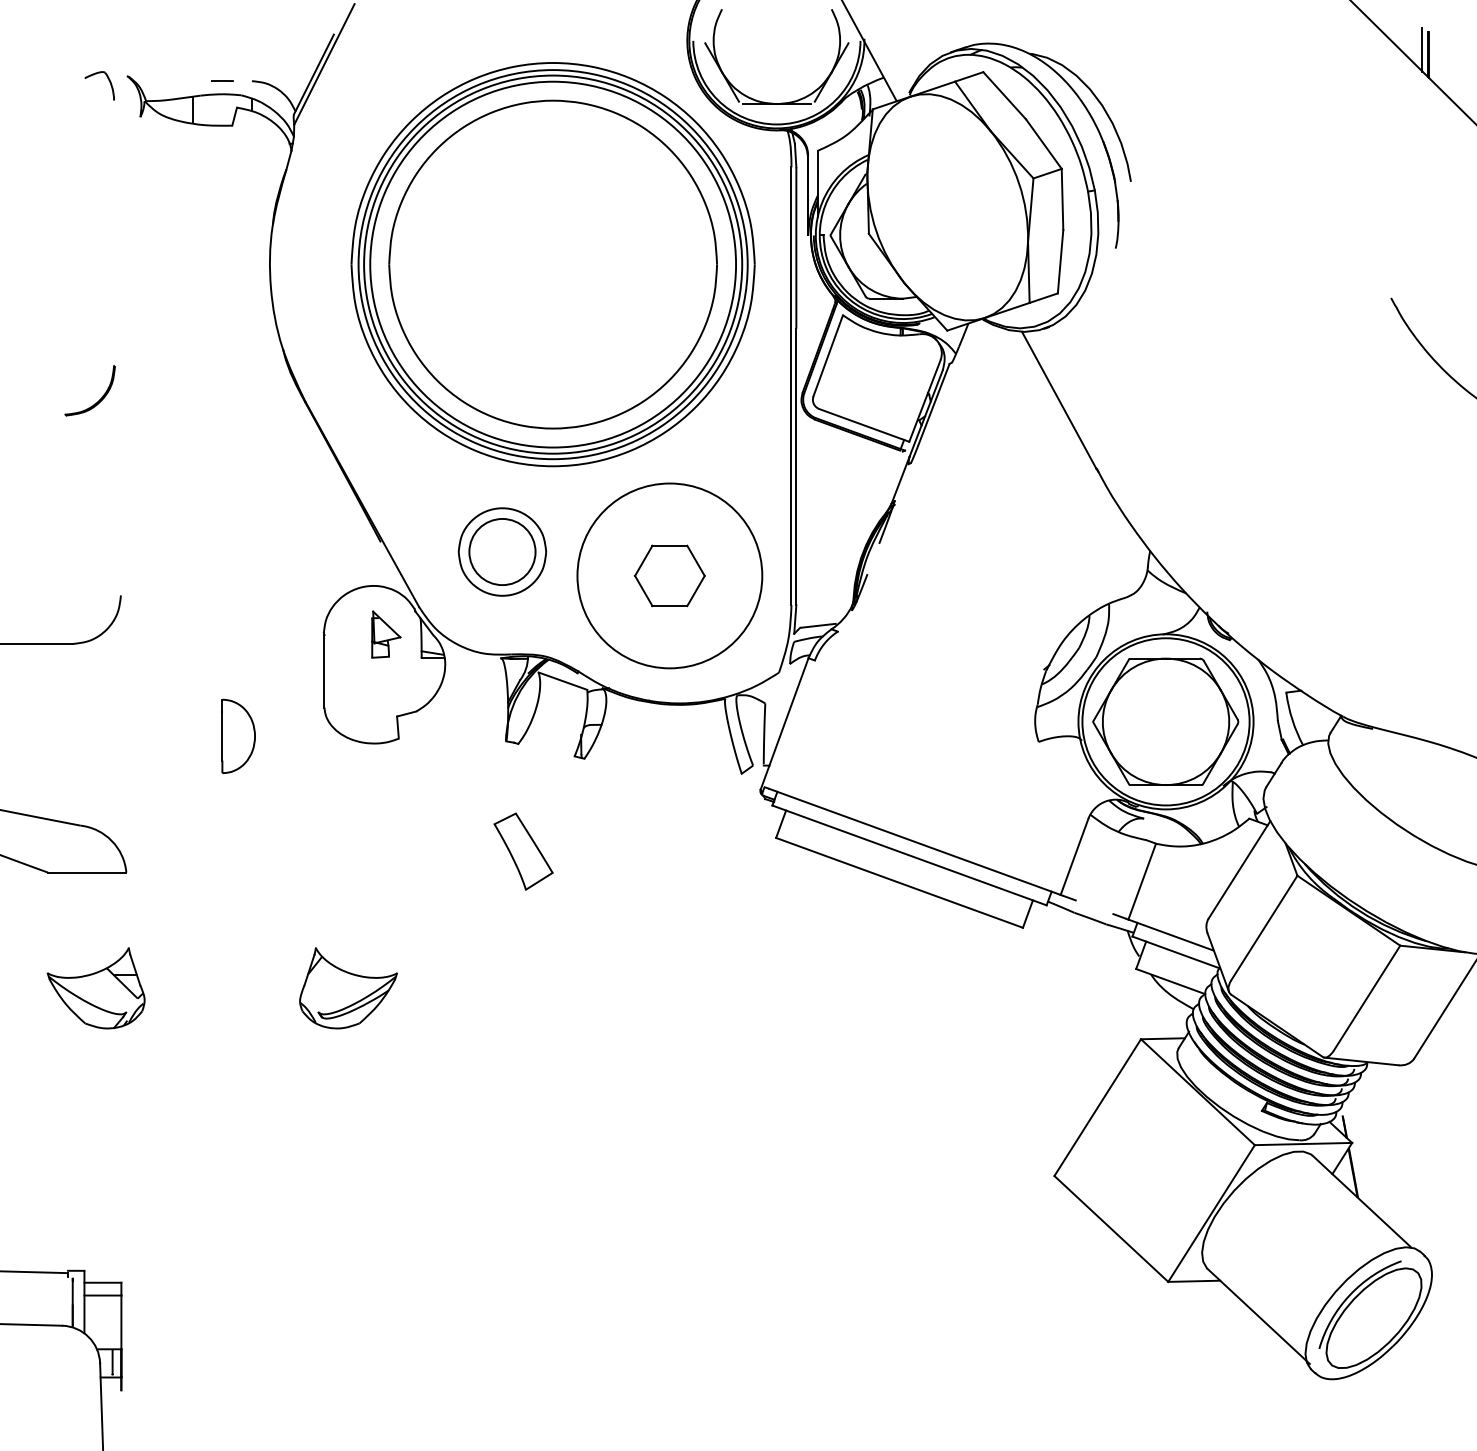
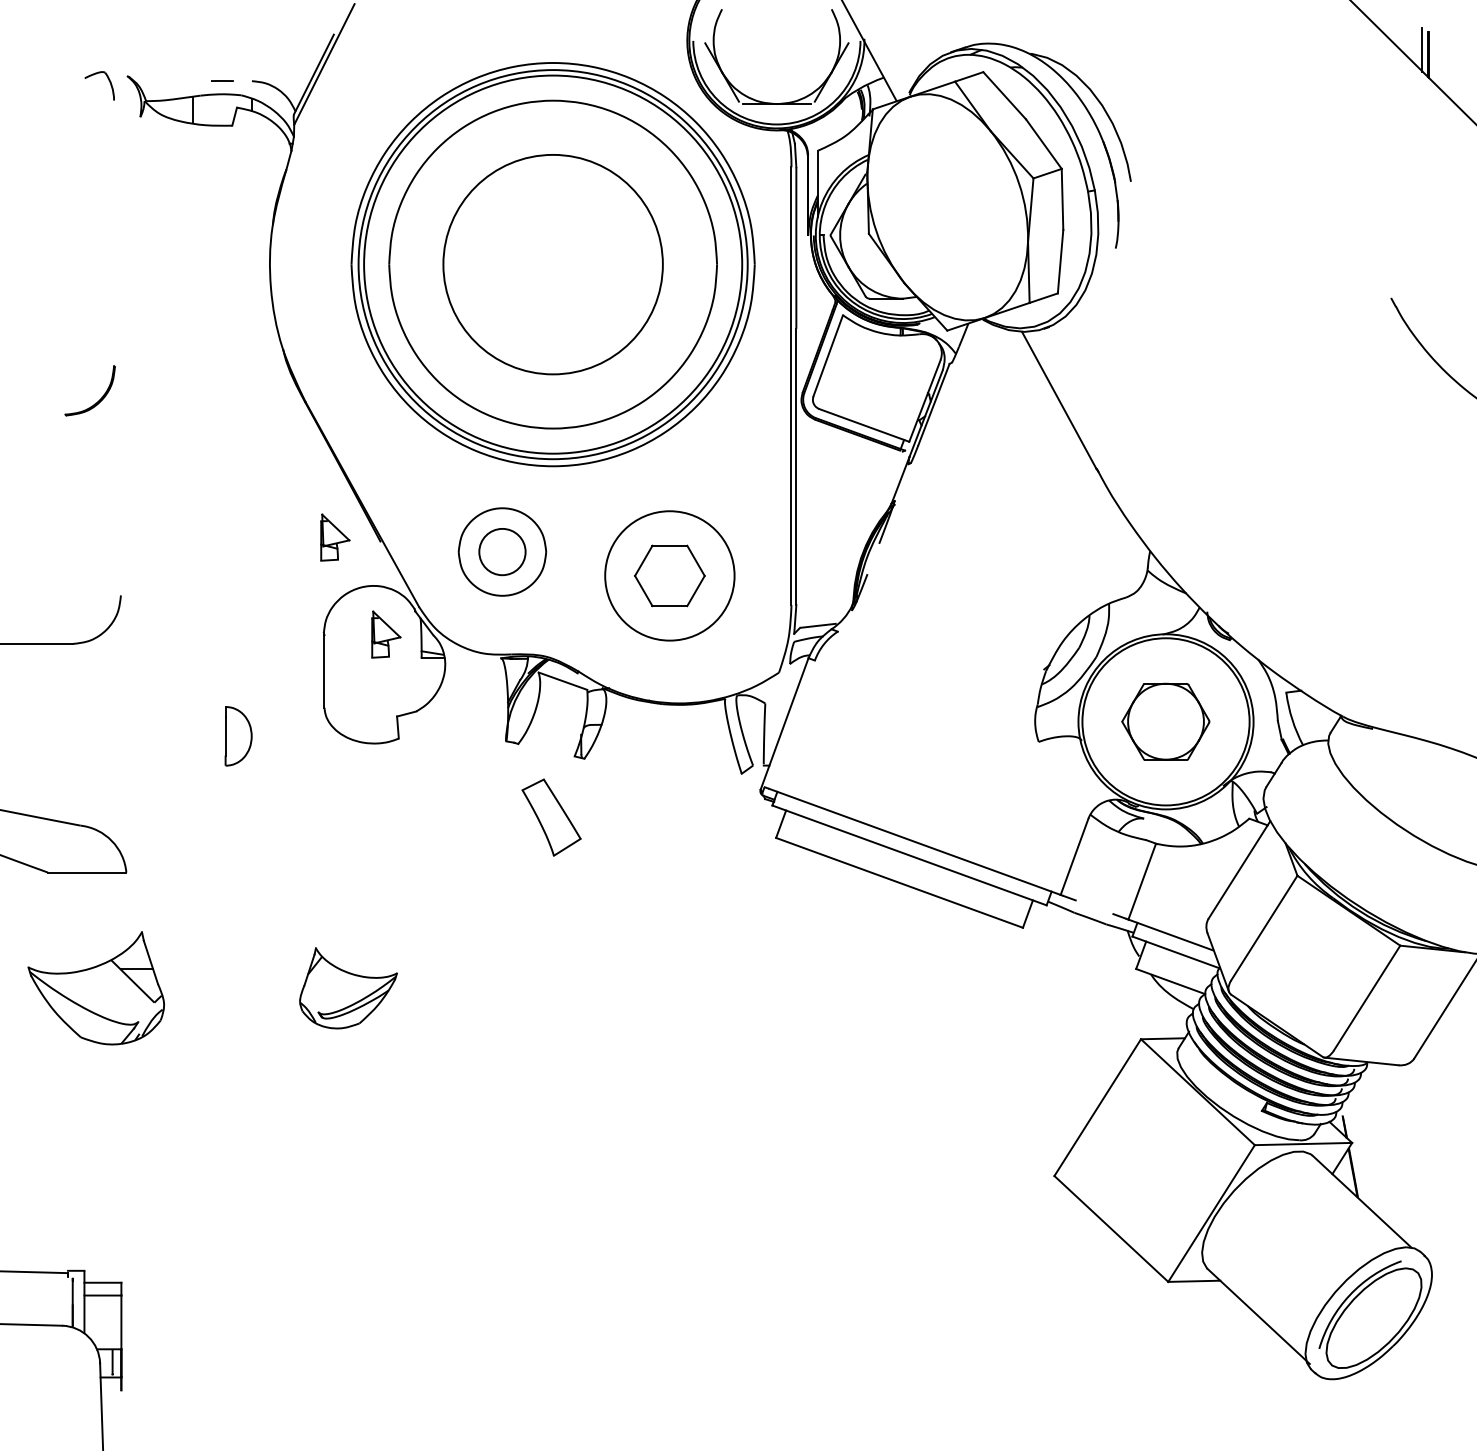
circle at (553, 264) diameter: 366 px -> 219 px
part at (335, 537): none -> present
circle at (502, 551) diameter: 66 px -> 46 px
circle at (669, 575) diameter: 185 px -> 129 px
part at (1165, 721) size: 148x129 px -> 90x79 px
part at (238, 735) size: 35x76 px -> 29x61 px
part at (523, 851) position: (523, 851) -> (551, 817)
part at (95, 988) size: 100x83 px -> 138x115 px
